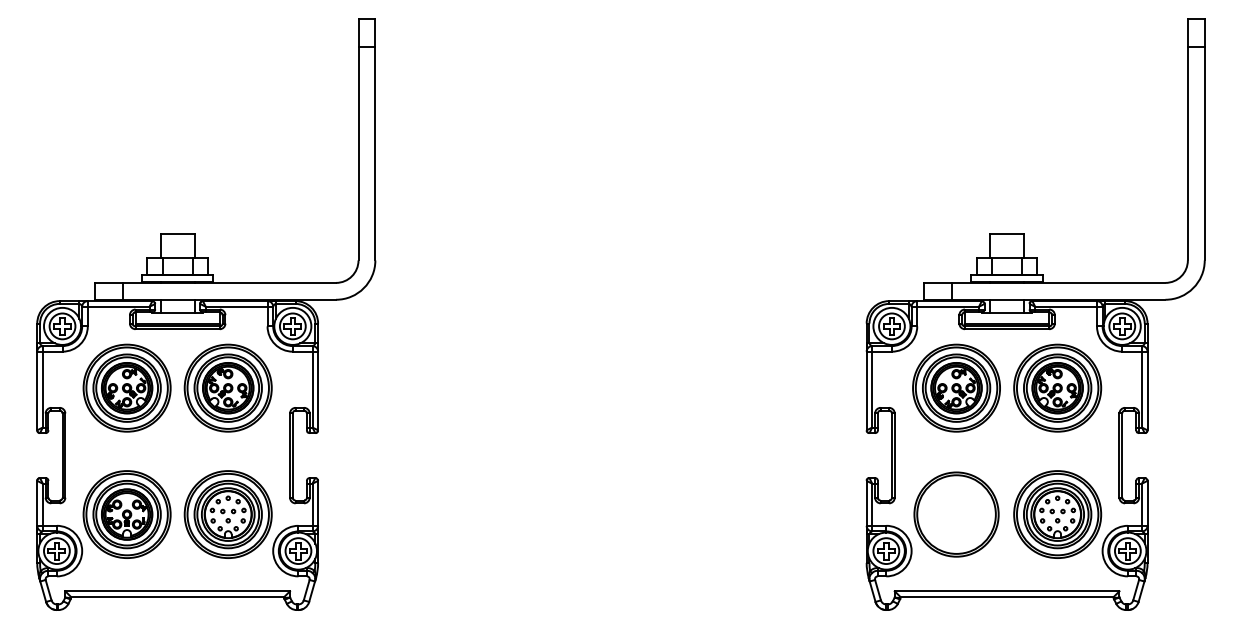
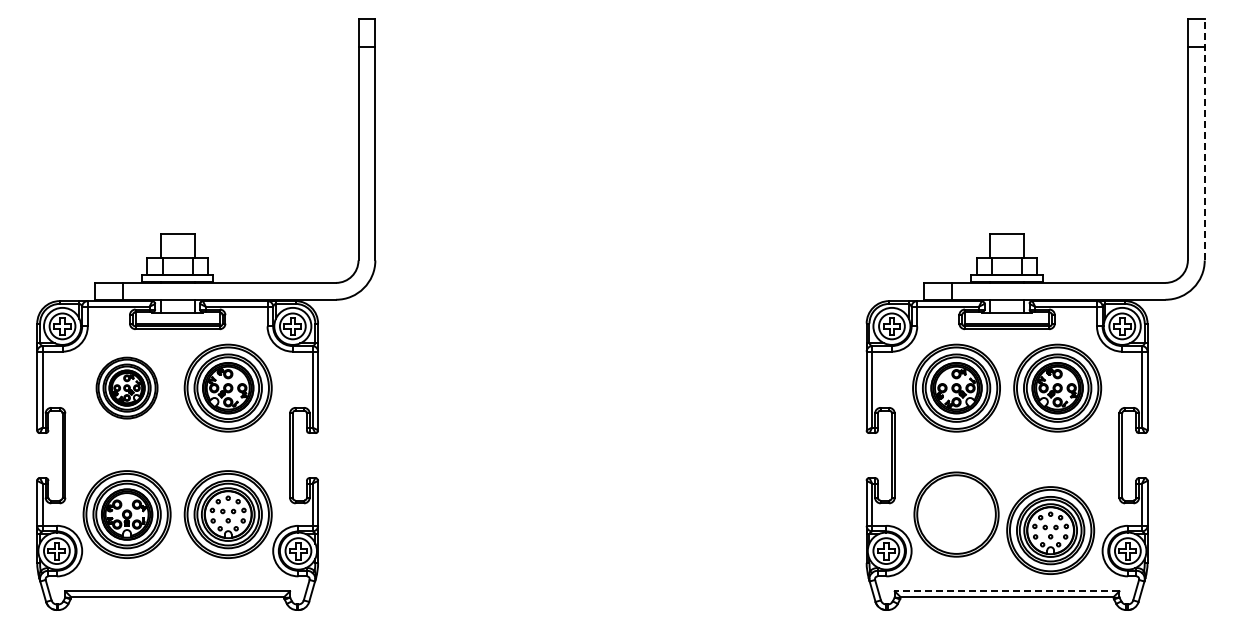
line at (1204, 139): solid -> dashed
part at (126, 387) size: 90x90 px -> 64x64 px
part at (1057, 514) position: (1057, 514) -> (1050, 530)
line at (1006, 591): solid -> dashed
